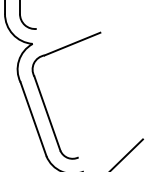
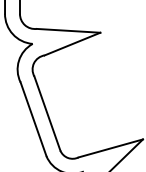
line at (68, 30): none -> present
line at (110, 148): none -> present
